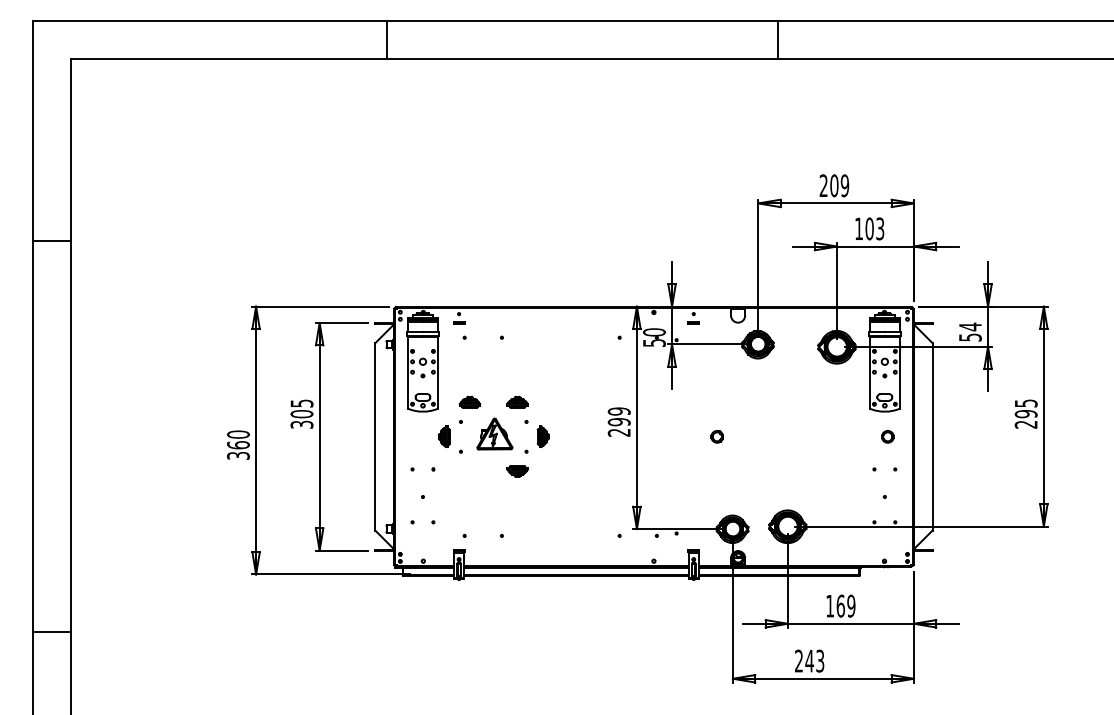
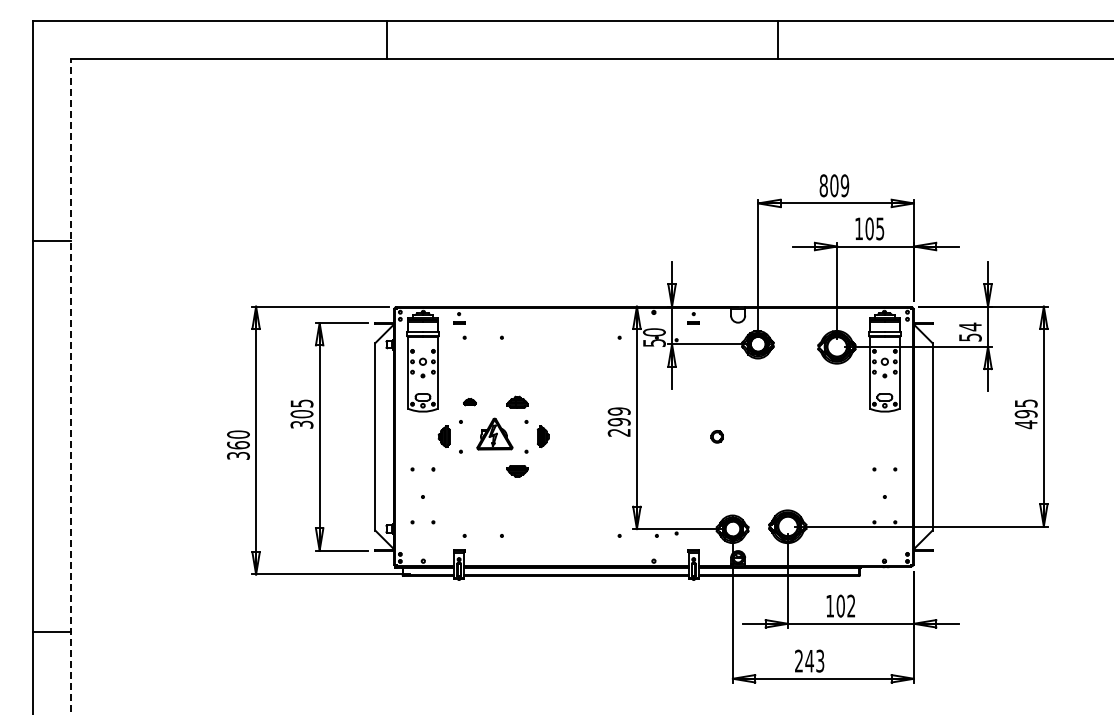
text at (823, 185): 209 -> 809
text at (880, 228): 103 -> 105
line at (70, 386): solid -> dashed
part at (469, 401) size: 24x14 px -> 14x9 px
text at (1025, 424): 295 -> 495
part at (887, 436): present -> none
text at (845, 605): 169 -> 102
